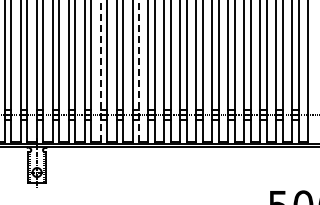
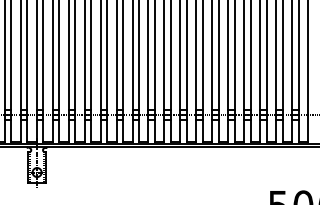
line at (100, 70): dashed -> solid
line at (138, 70): dashed -> solid
